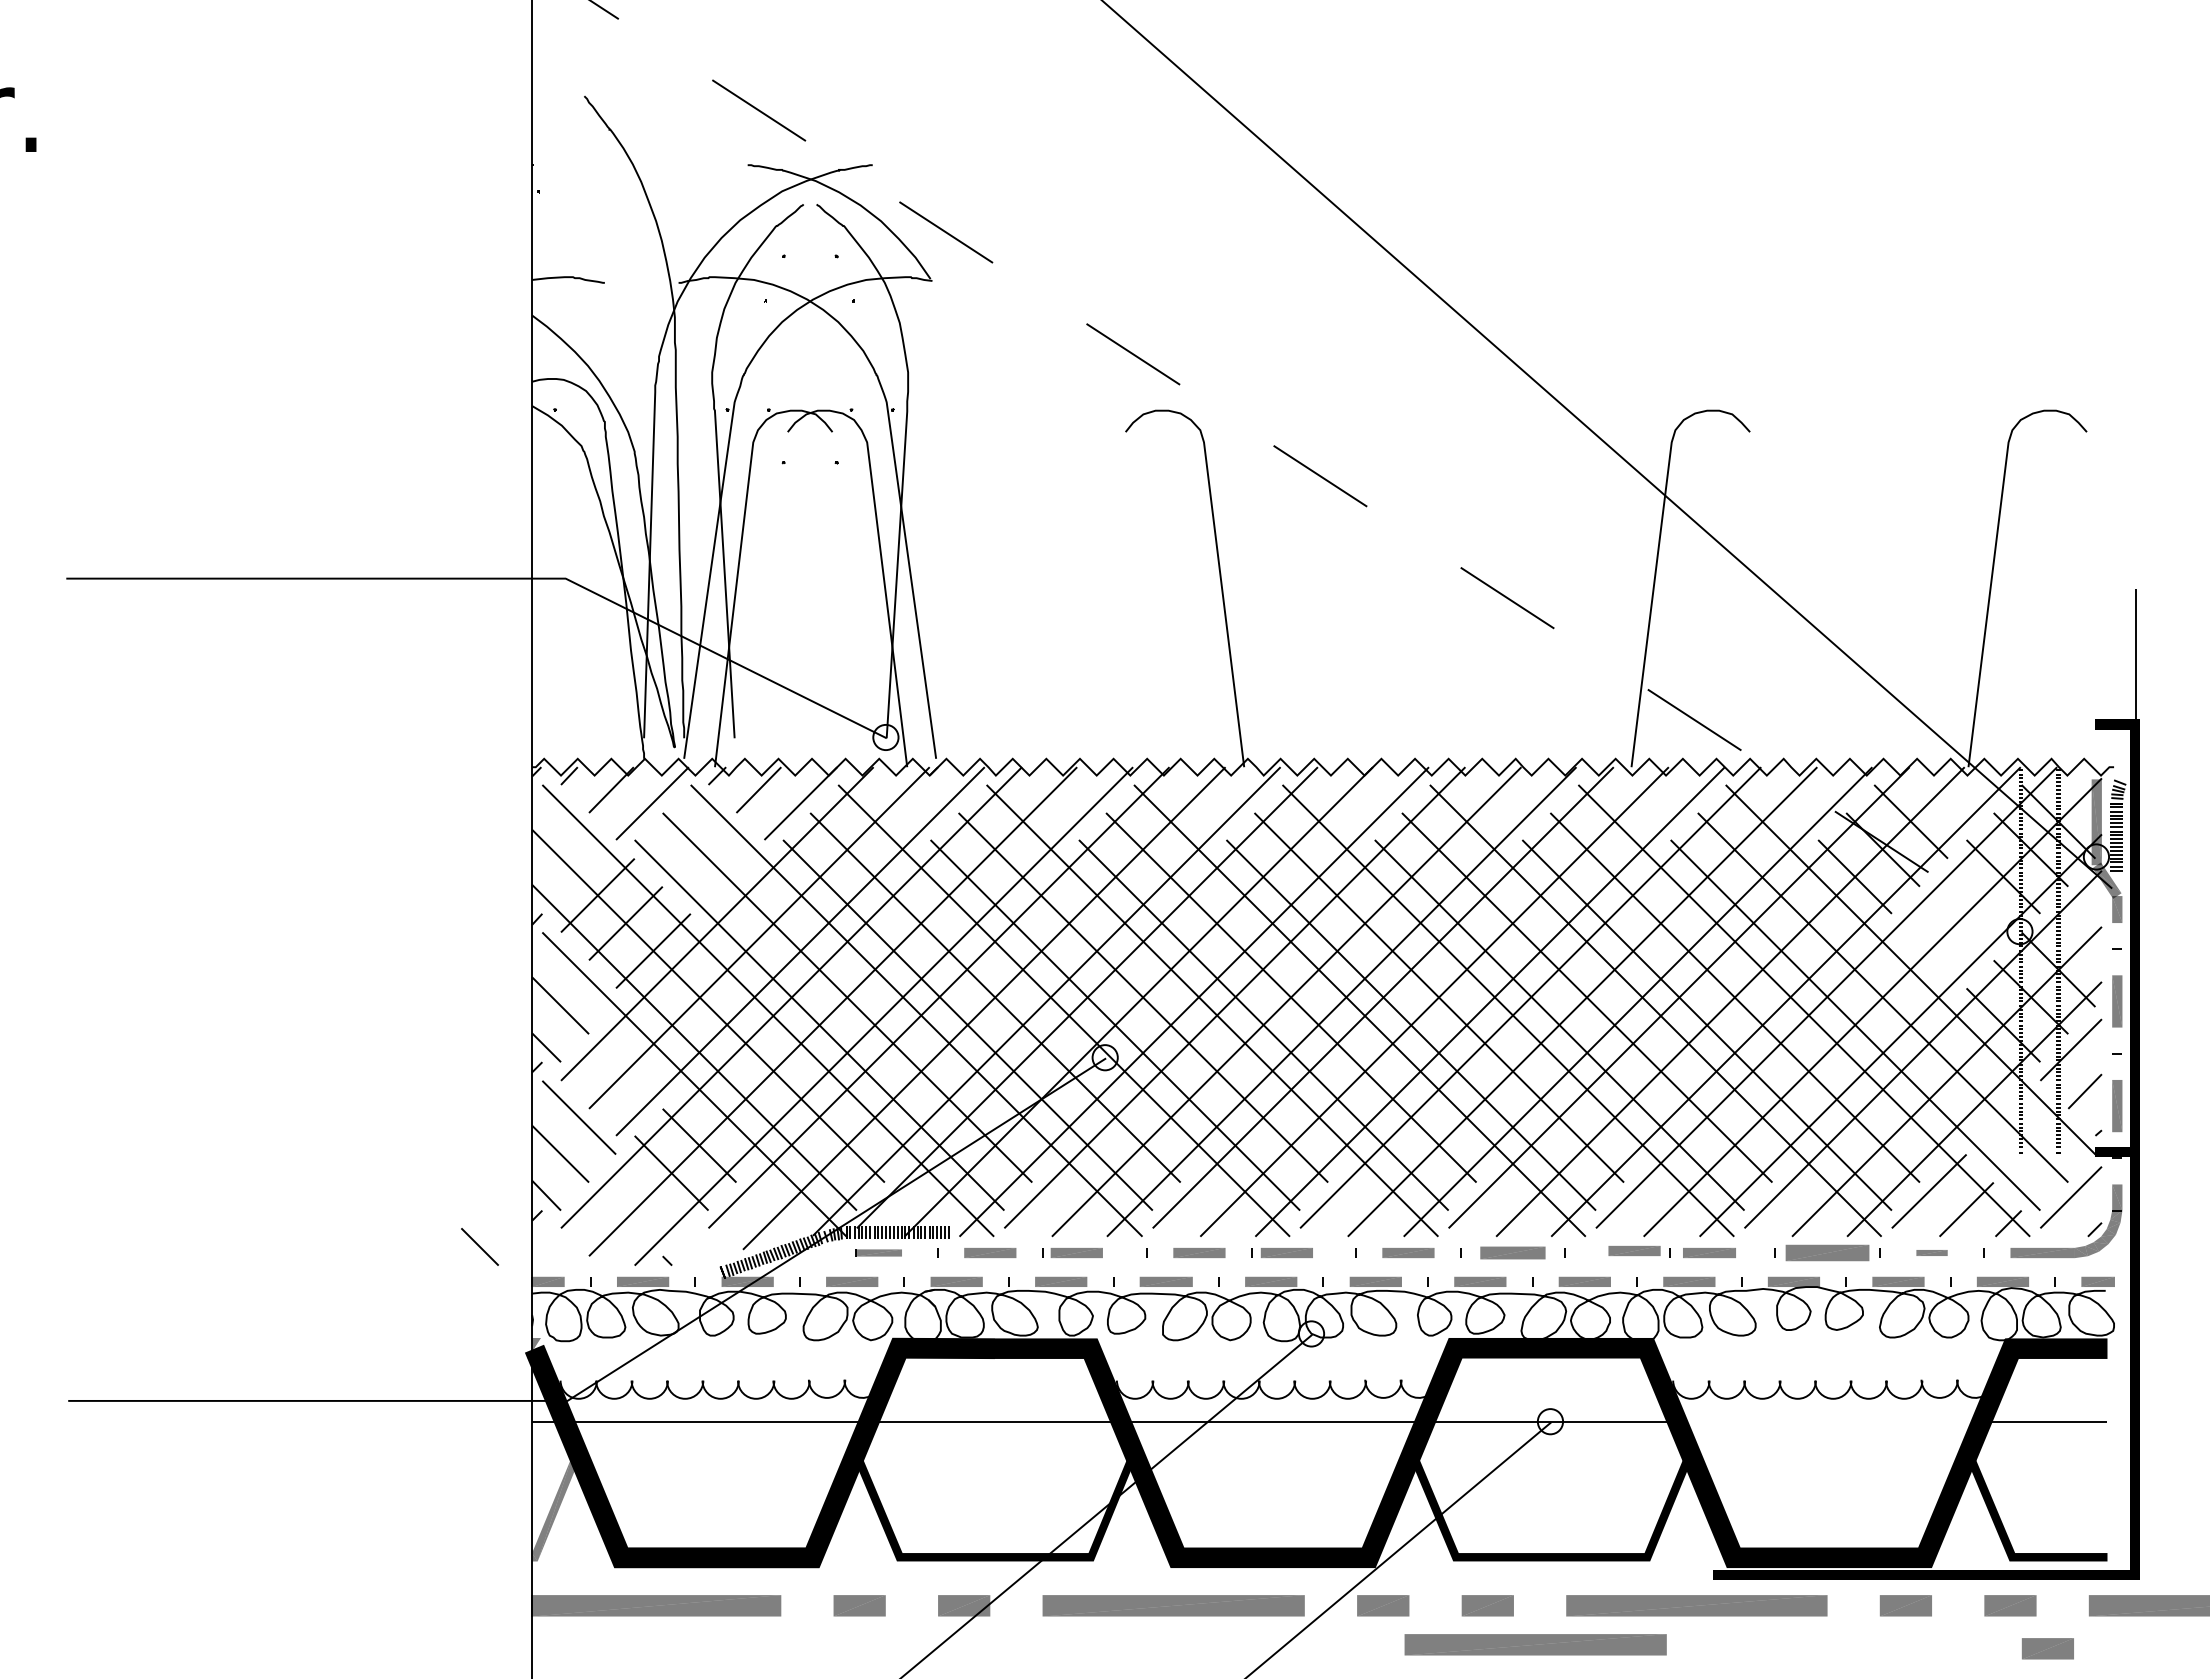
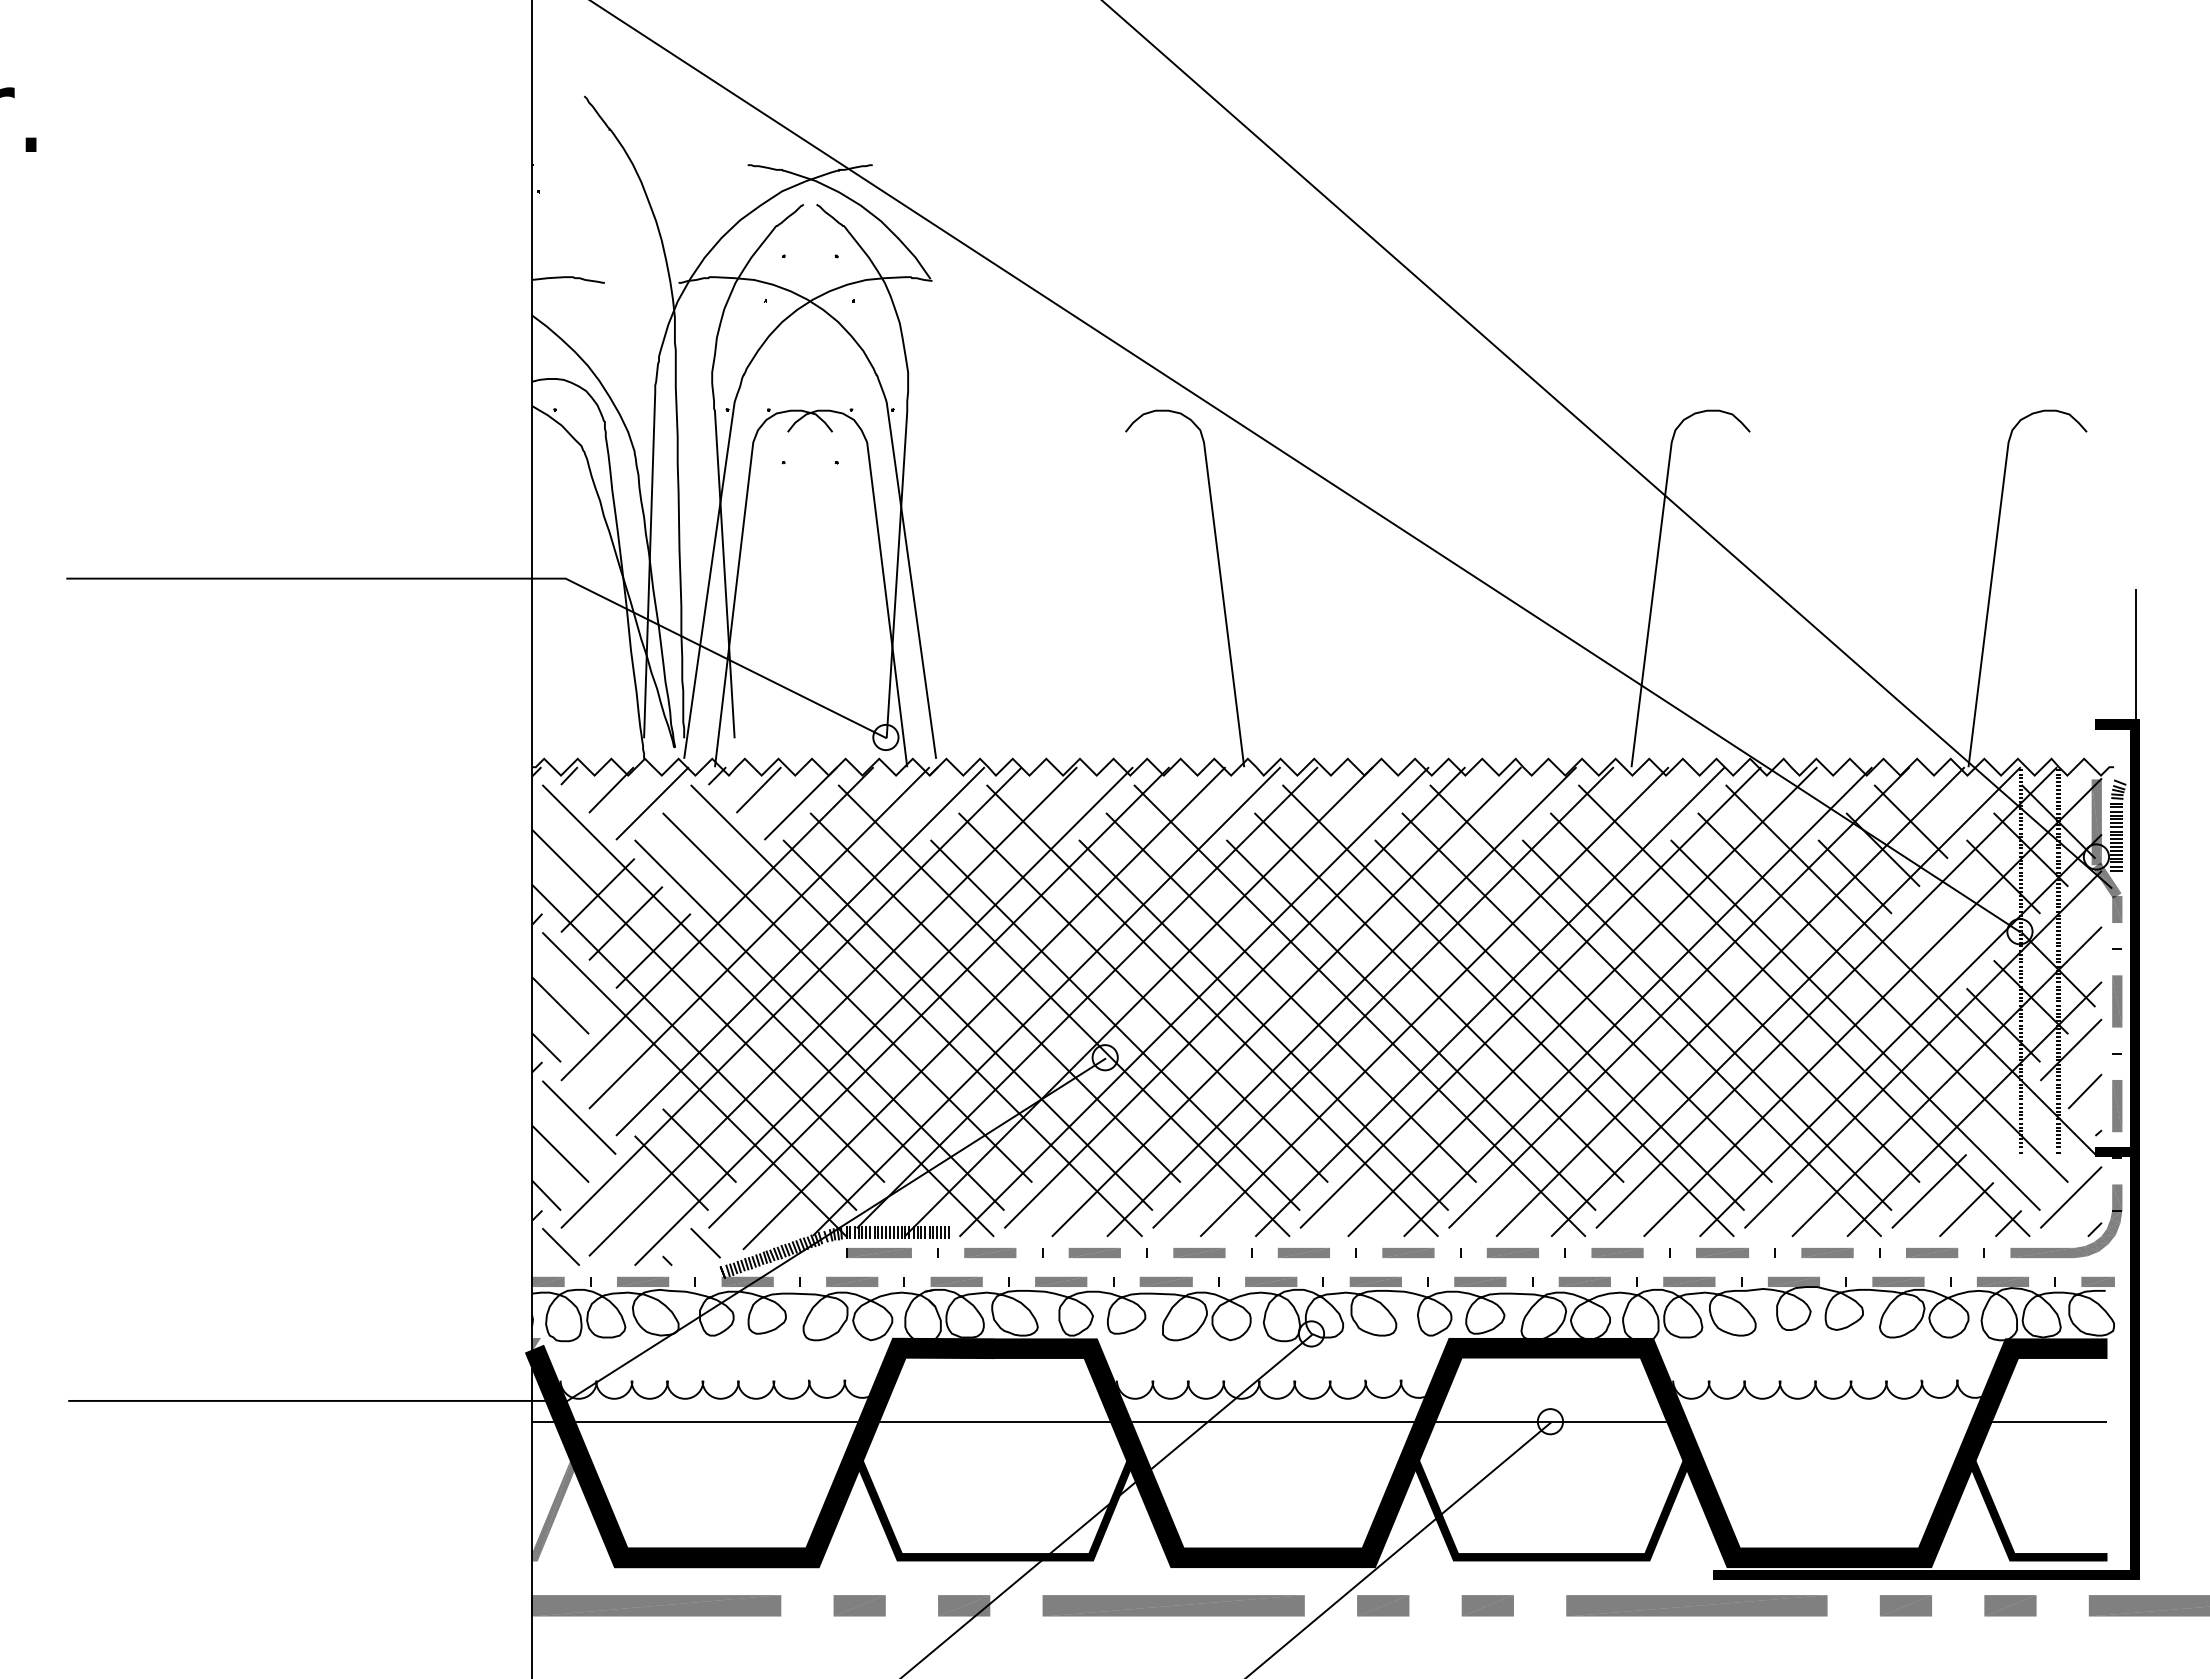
line at (1305, 466): dashed -> solid
line at (705, 1242): none -> present
line at (479, 1246) position: (479, 1246) -> (560, 1246)
part at (1634, 1250) position: (1634, 1250) -> (1617, 1252)
part at (878, 1252) size: 47x8 px -> 66x10 px
part at (1076, 1252) position: (1076, 1252) -> (1094, 1252)
part at (1286, 1252) position: (1286, 1252) -> (1303, 1252)
part at (1512, 1252) size: 66x14 px -> 52x10 px
part at (1709, 1252) position: (1709, 1252) -> (1722, 1252)
part at (1827, 1252) size: 85x16 px -> 53x10 px
part at (1931, 1252) size: 32x6 px -> 52x10 px
part at (1535, 1644): present -> none
part at (2047, 1648): present -> none
